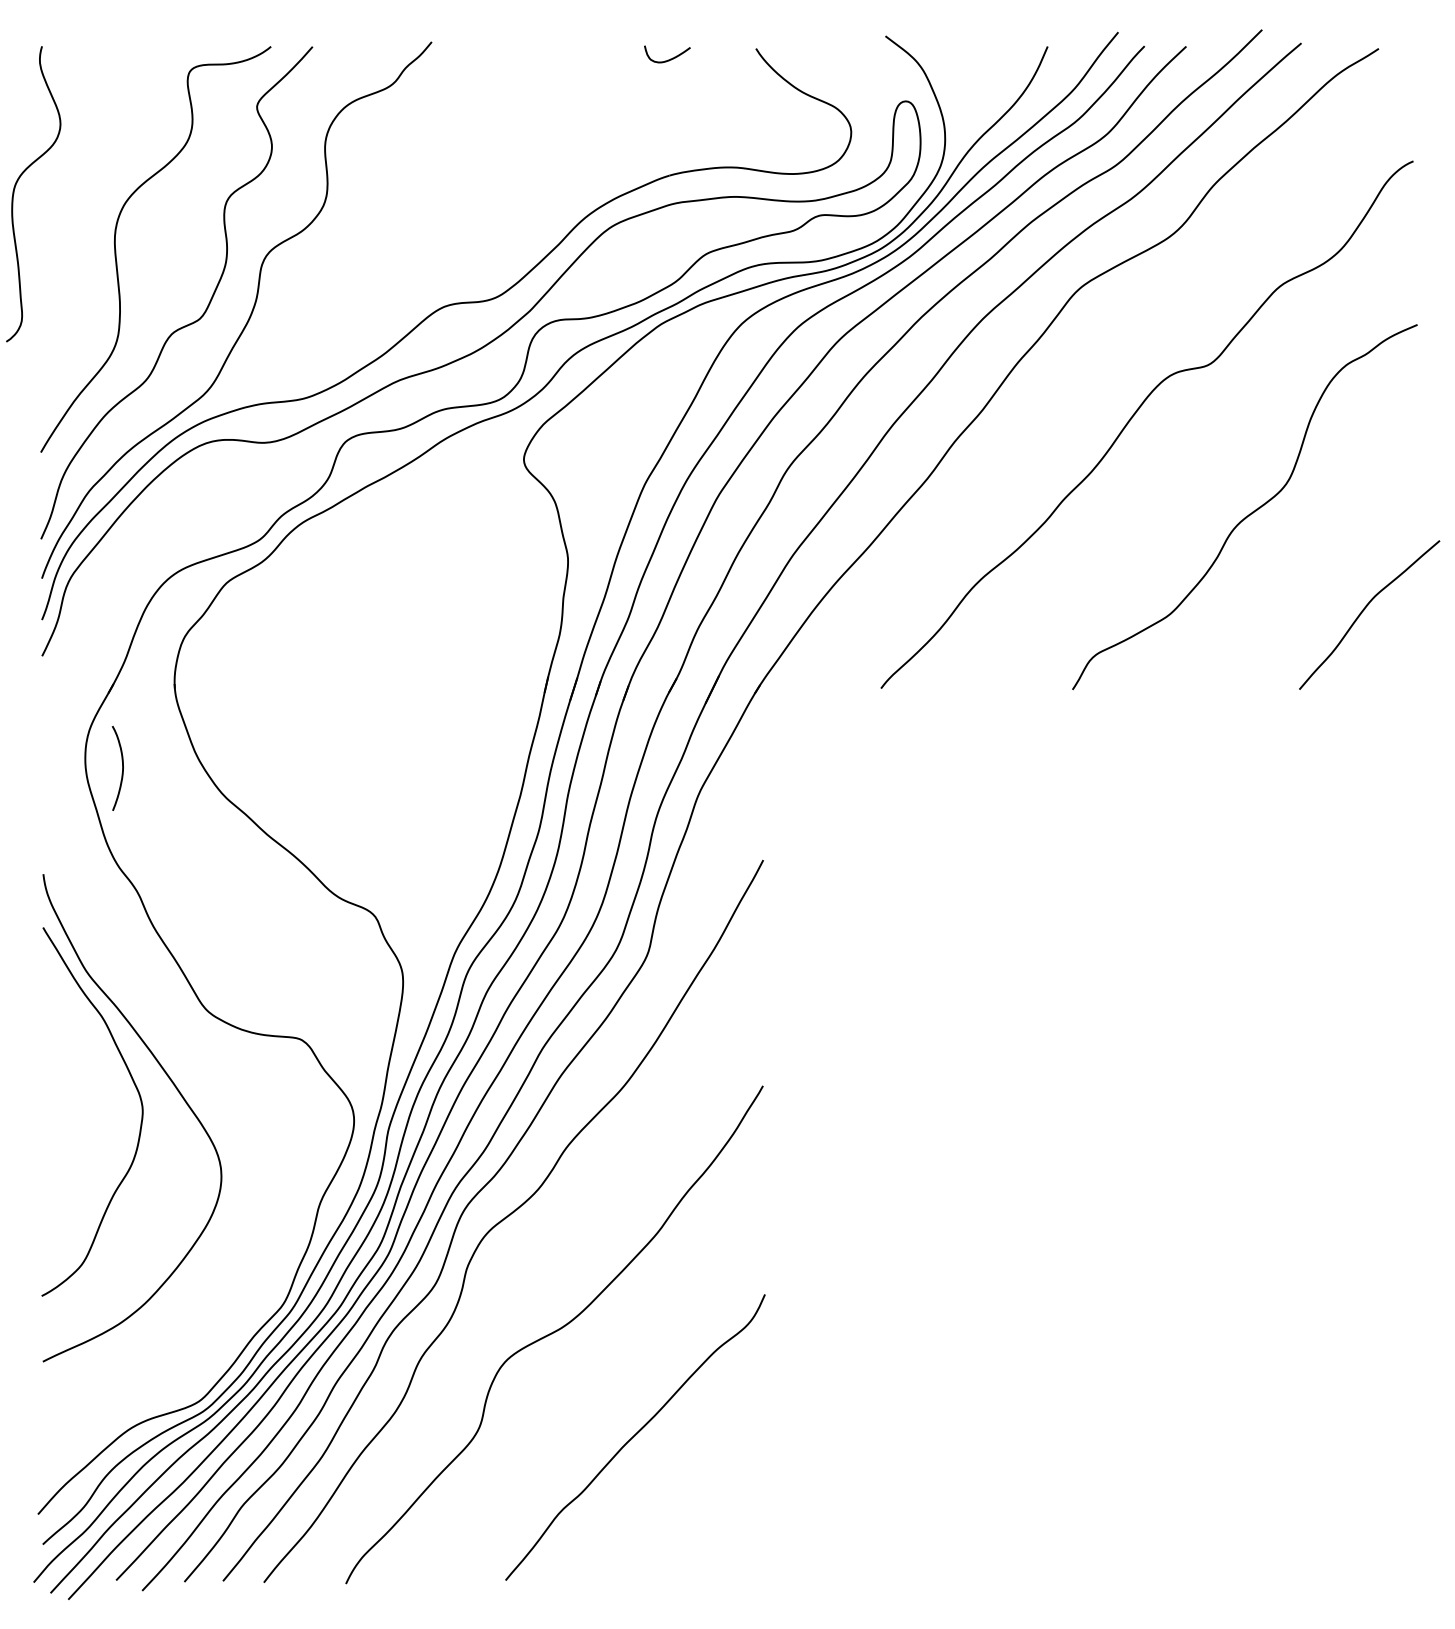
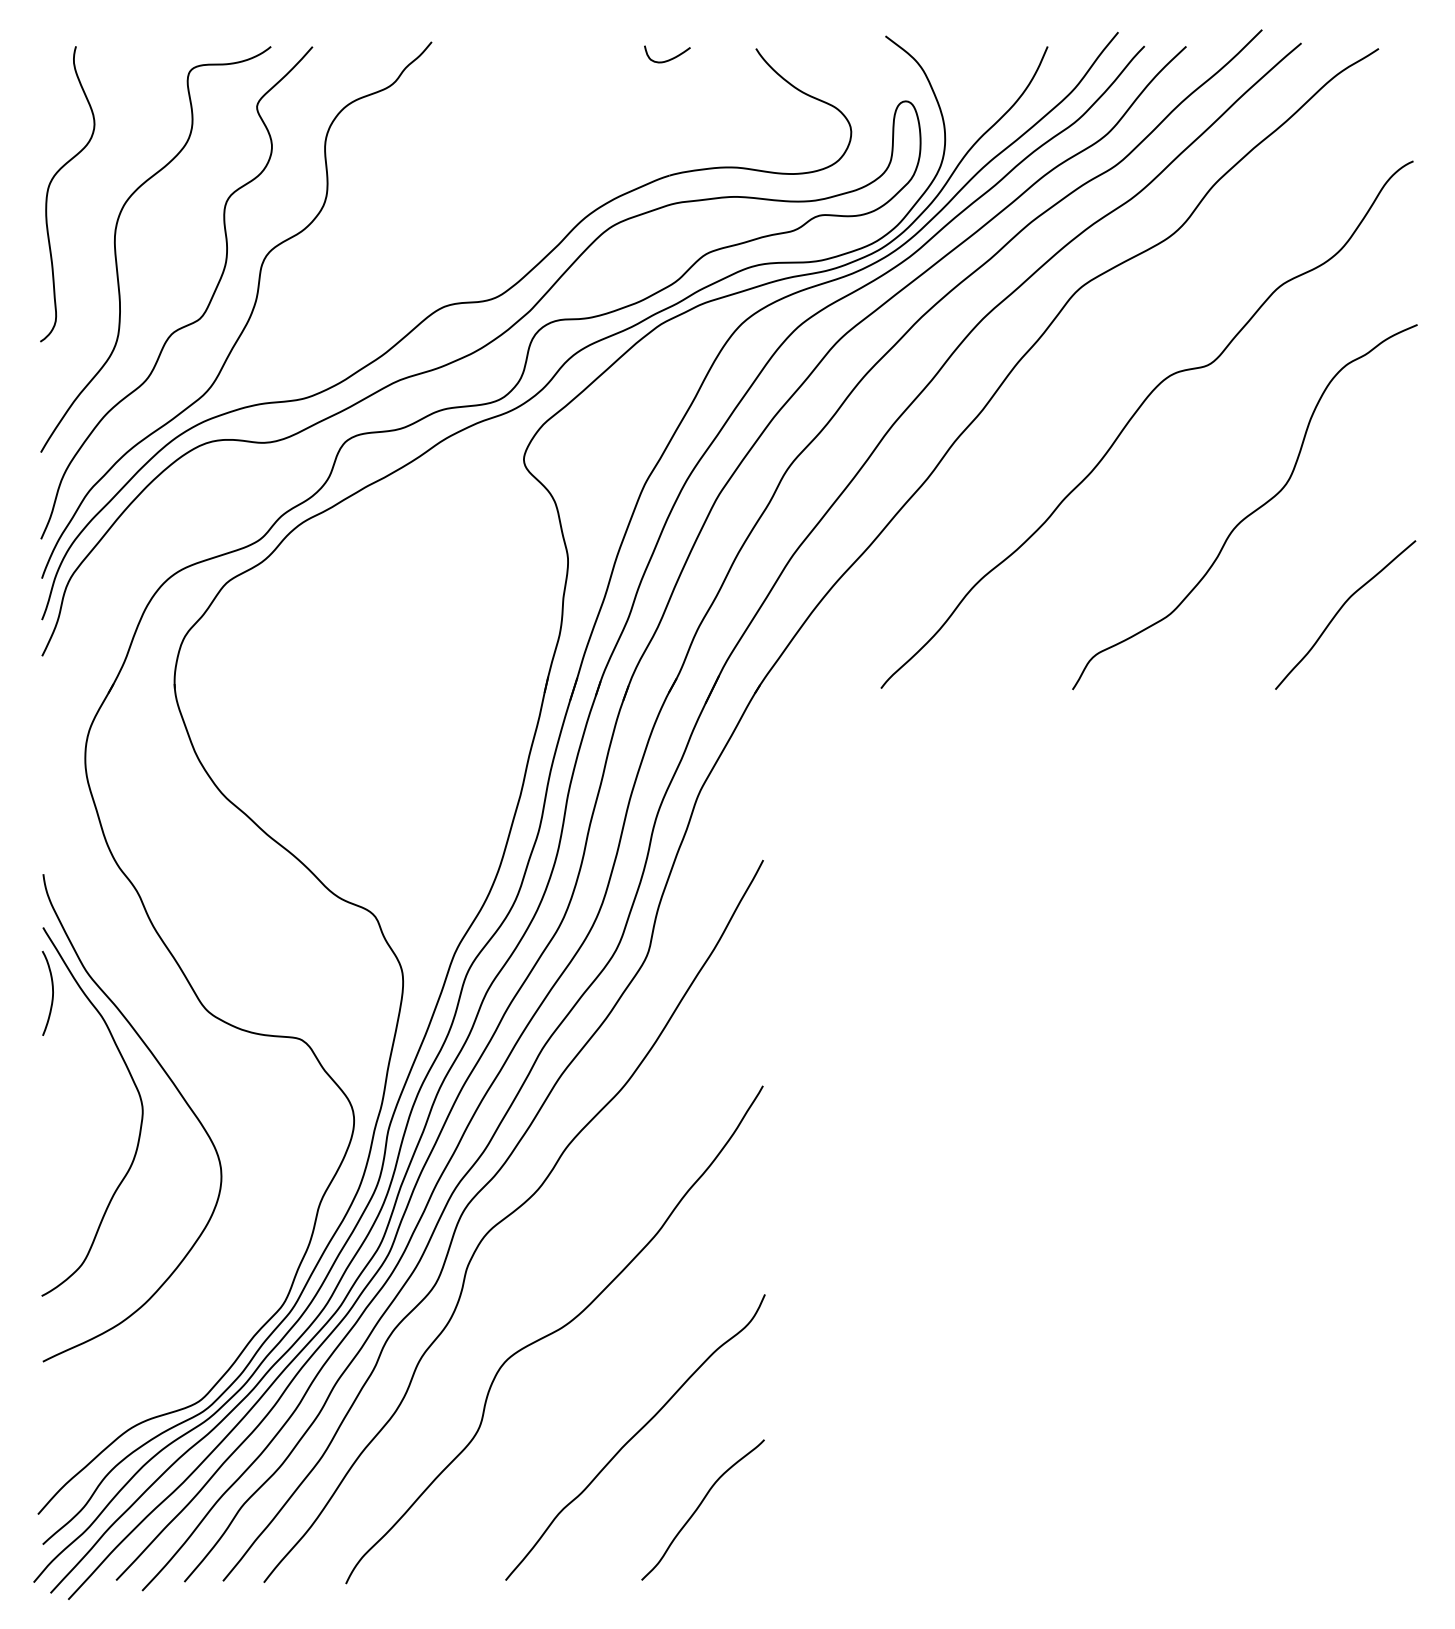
curve at (15, 188) position: (15, 188) -> (49, 188)
curve at (1365, 609) position: (1365, 609) -> (1341, 609)
curve at (122, 768) position: (122, 768) -> (52, 993)
curve at (699, 1507): none -> present
